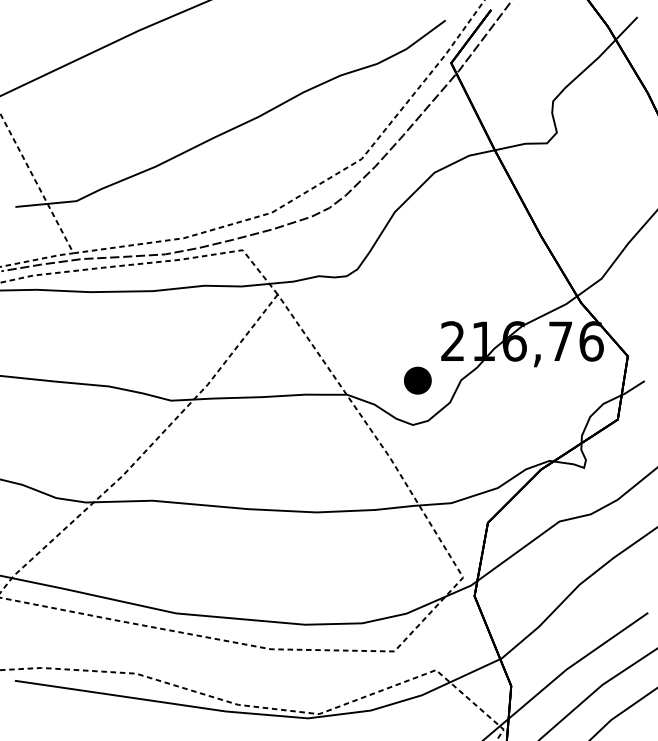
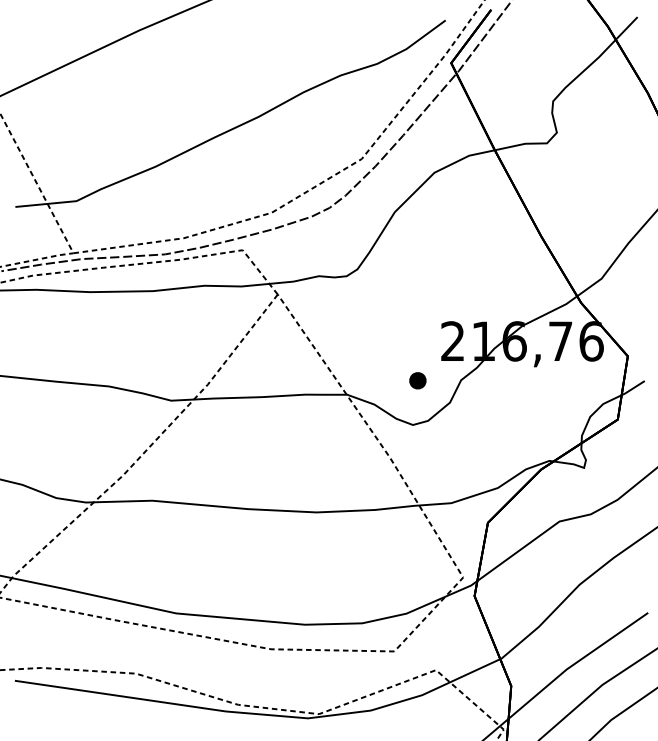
part at (417, 380) size: 28x29 px -> 18x18 px
